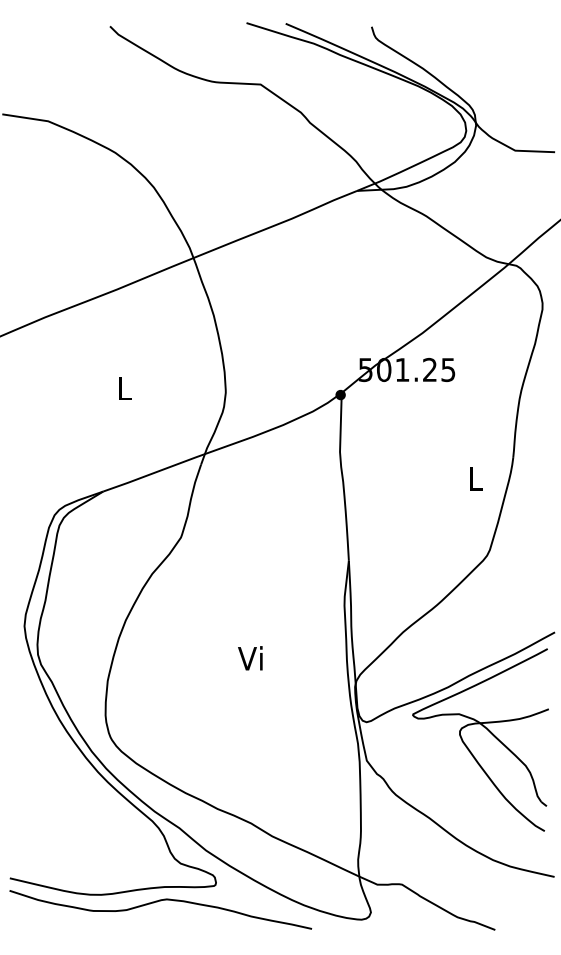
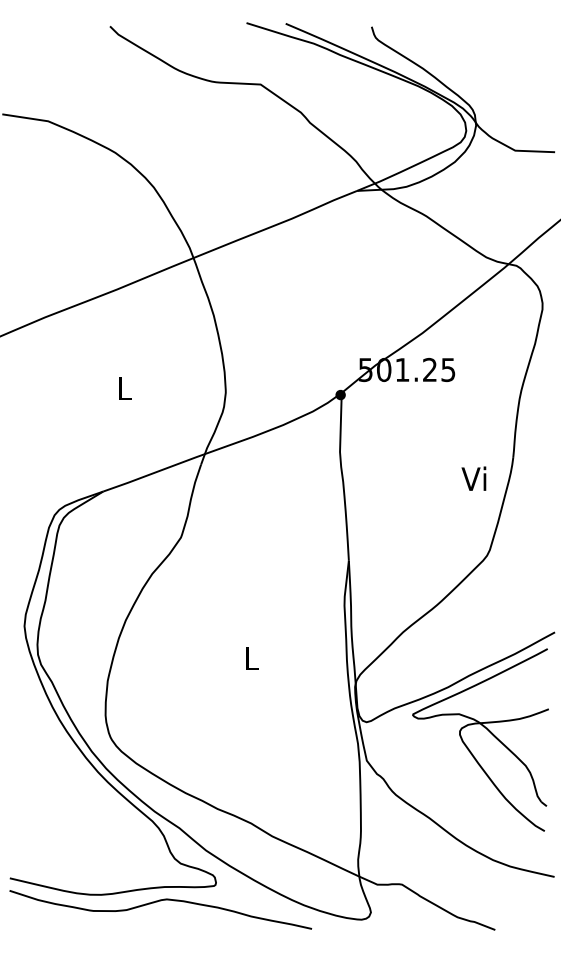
text at (473, 478): L -> Vi
text at (250, 658): Vi -> L
